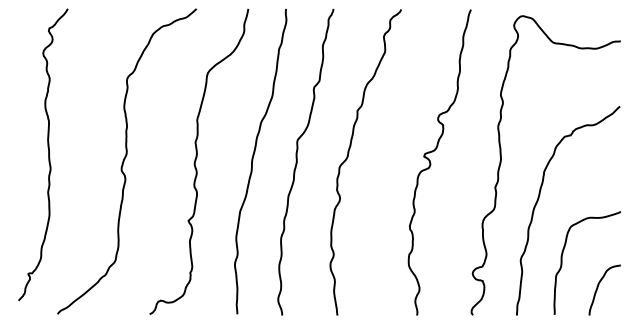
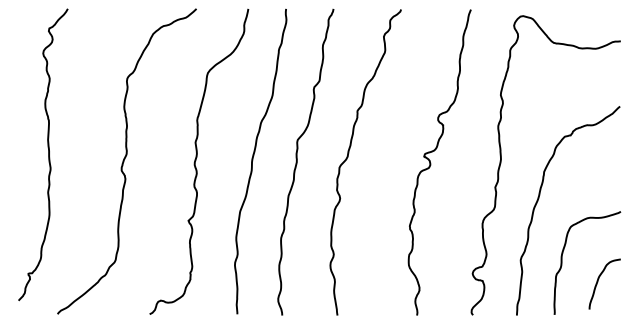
curve at (598, 288) position: (598, 288) -> (598, 282)
